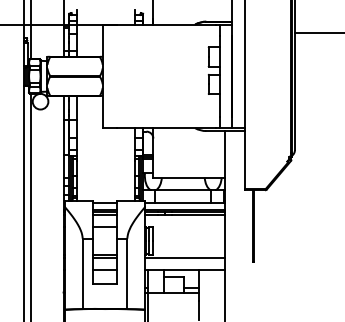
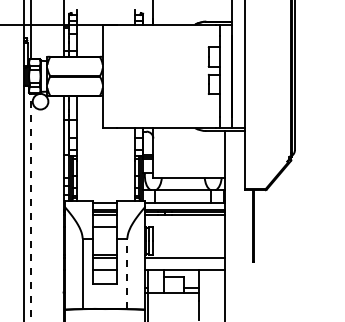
line at (317, 33): present -> none
line at (31, 207): solid -> dashed
line at (127, 273): solid -> dashed
